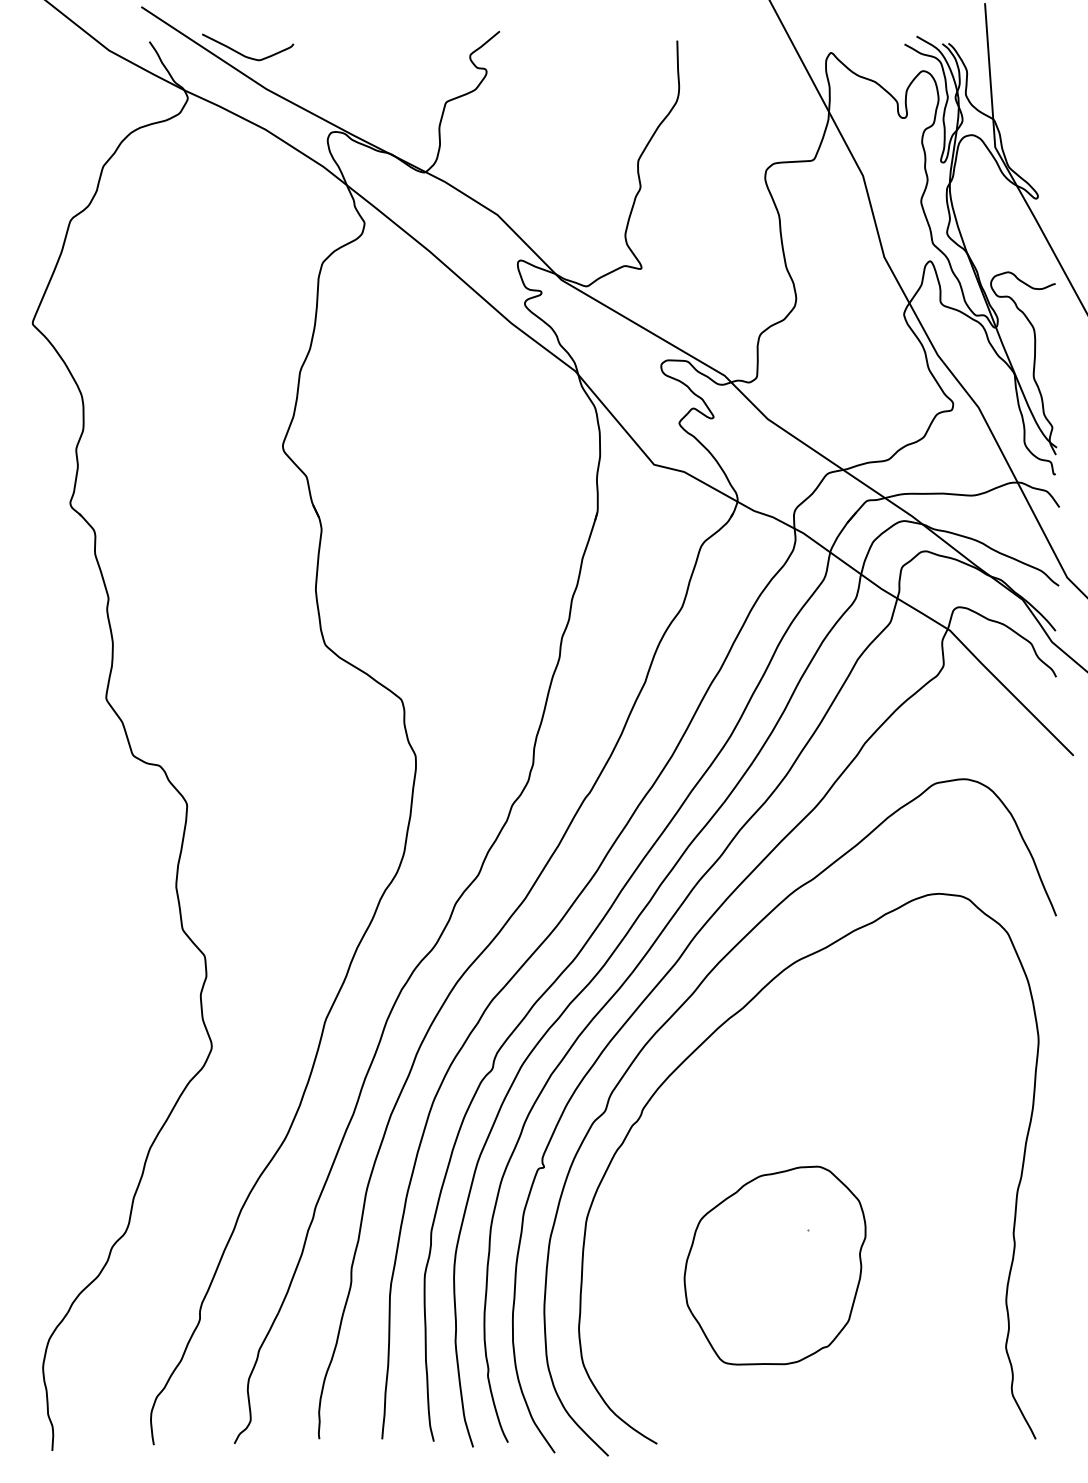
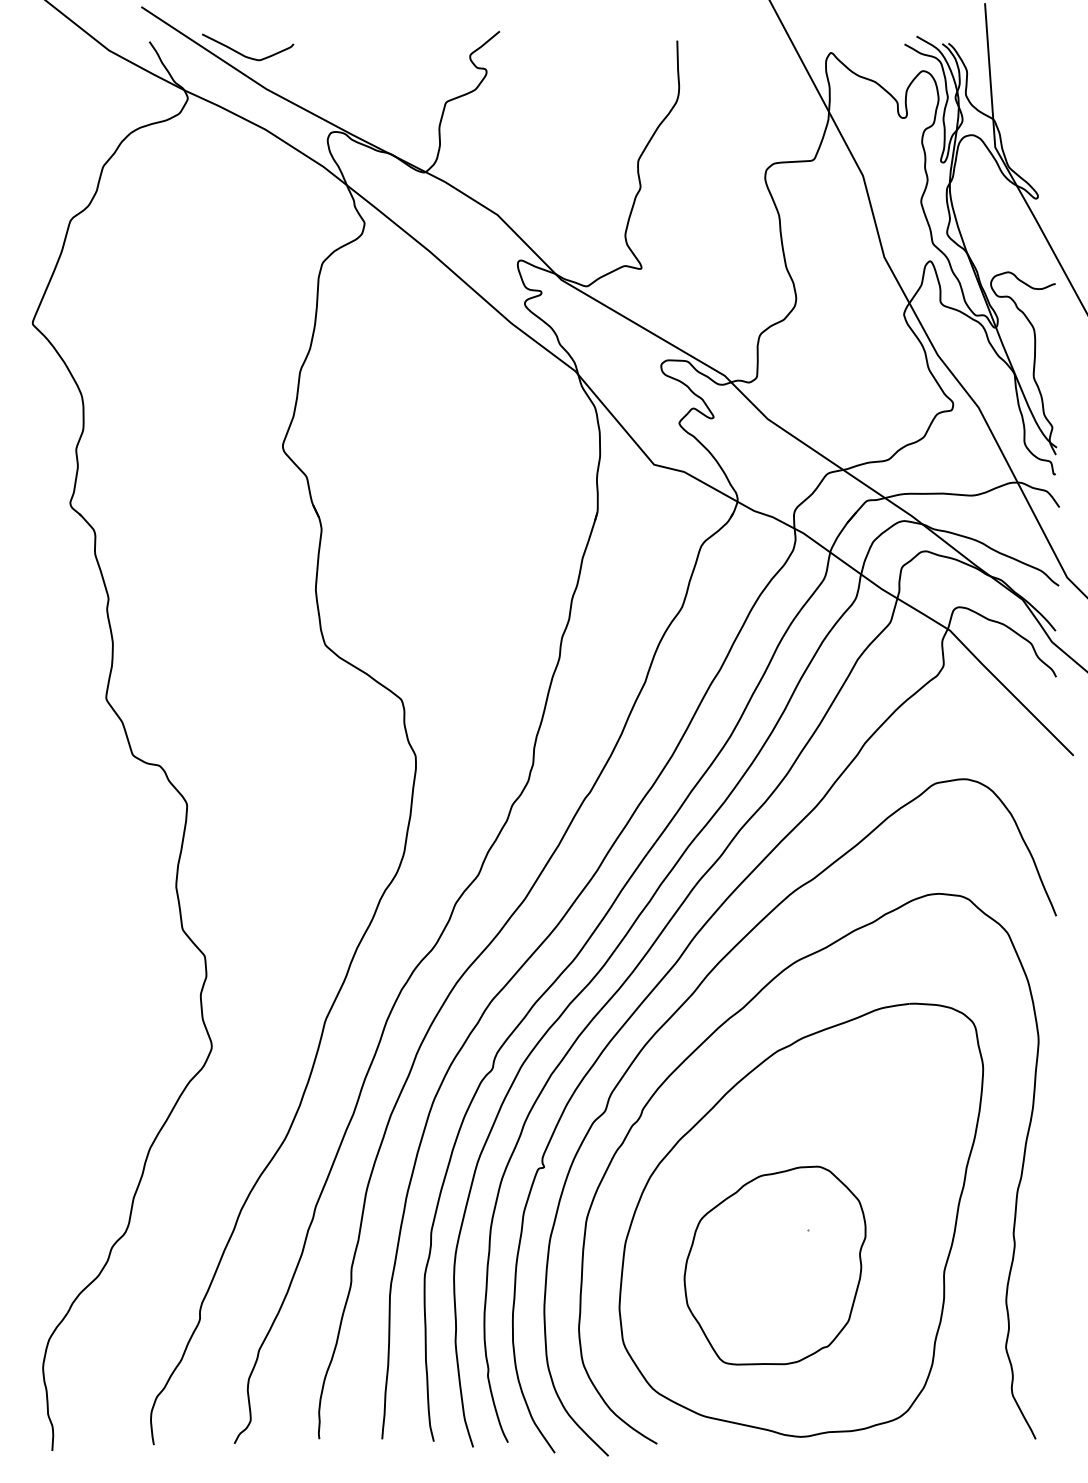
part at (801, 1219): none -> present
